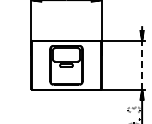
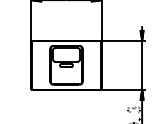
line at (142, 65): dashed -> solid
